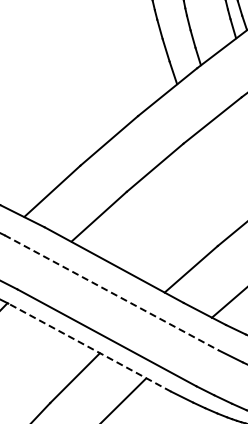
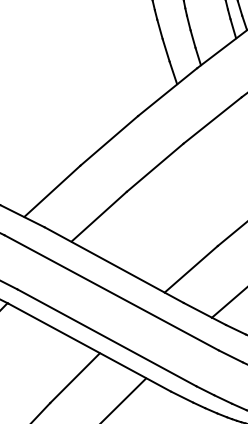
line at (111, 292): dashed -> solid
line at (89, 347): dashed -> solid
